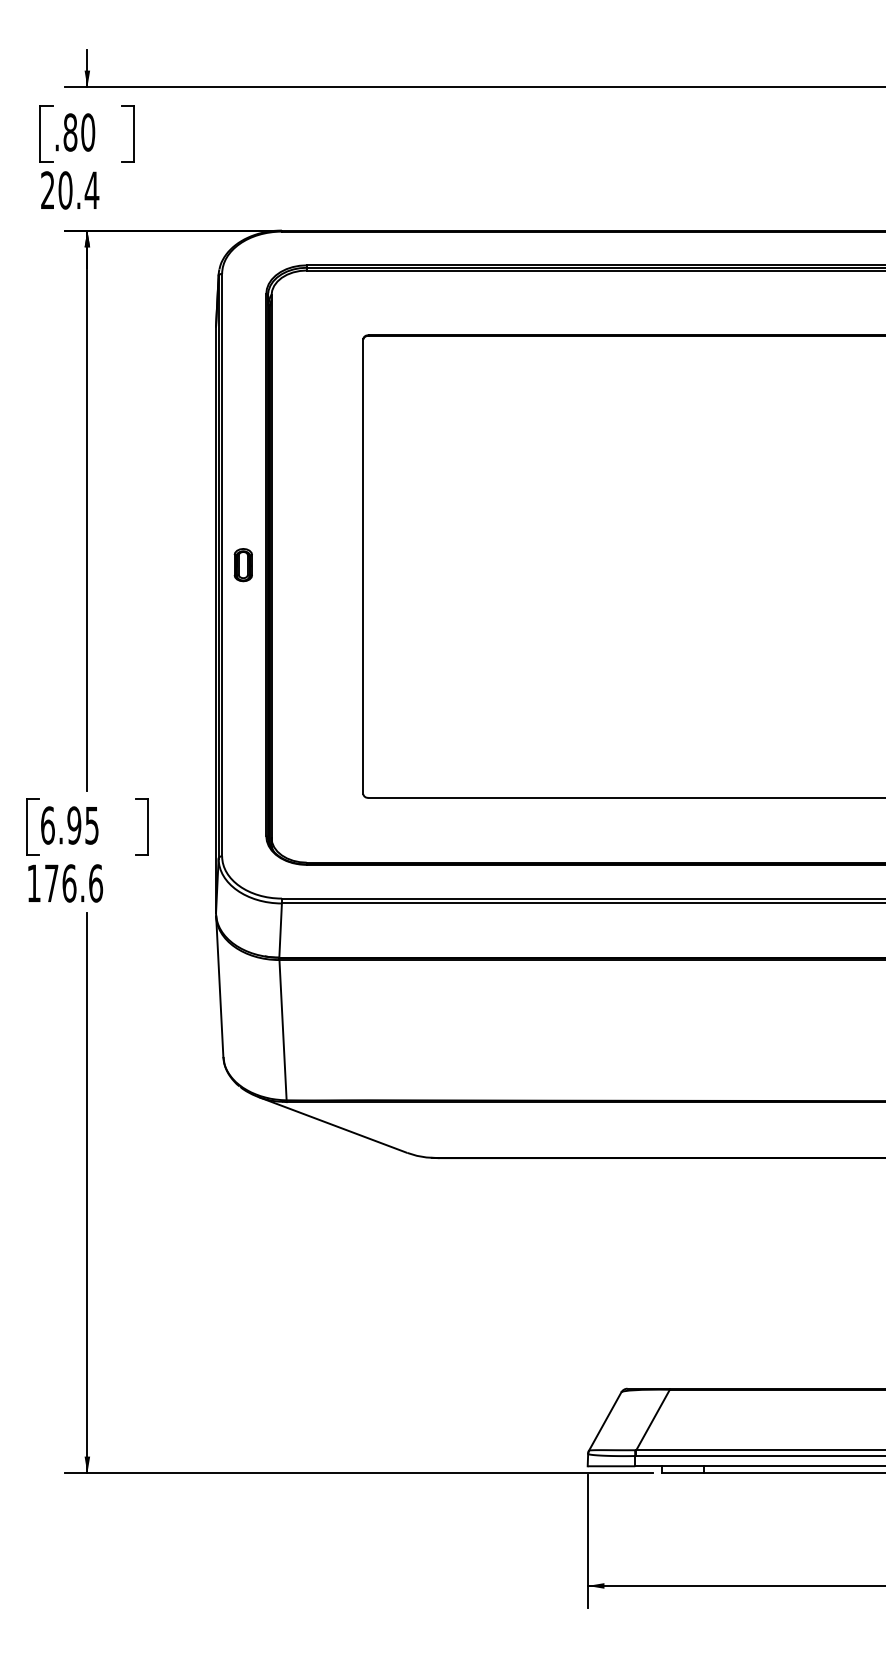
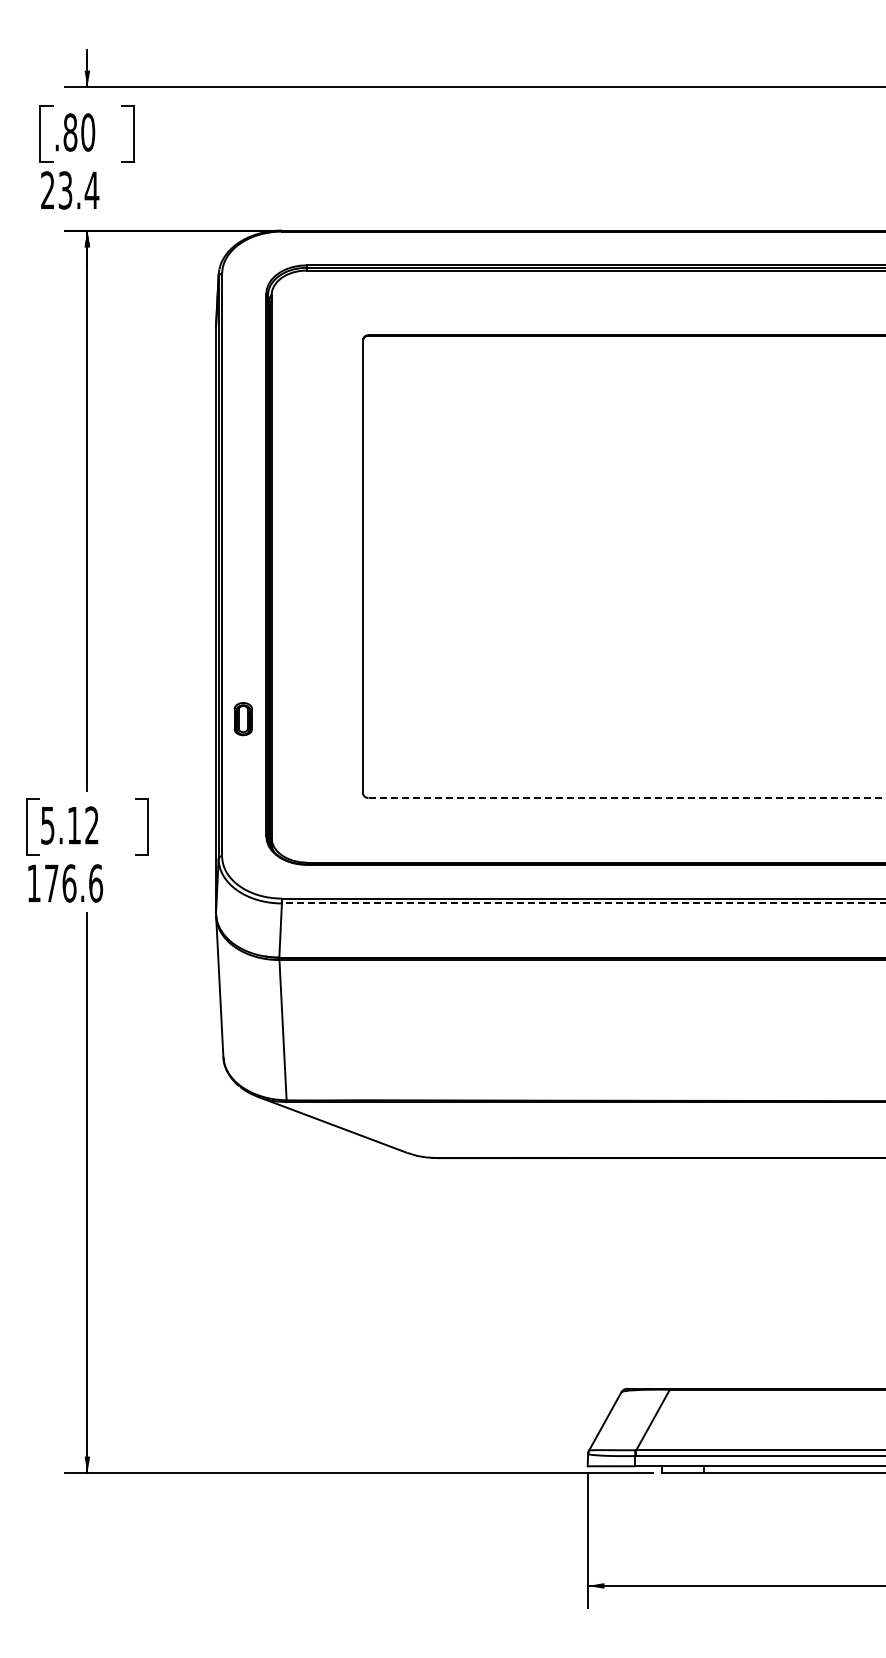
text at (65, 190): 20.4 -> 23.4
part at (242, 565) position: (242, 565) -> (242, 719)
line at (627, 797): solid -> dashed
text at (69, 825): 6.95 -> 5.12
line at (583, 903): solid -> dashed
